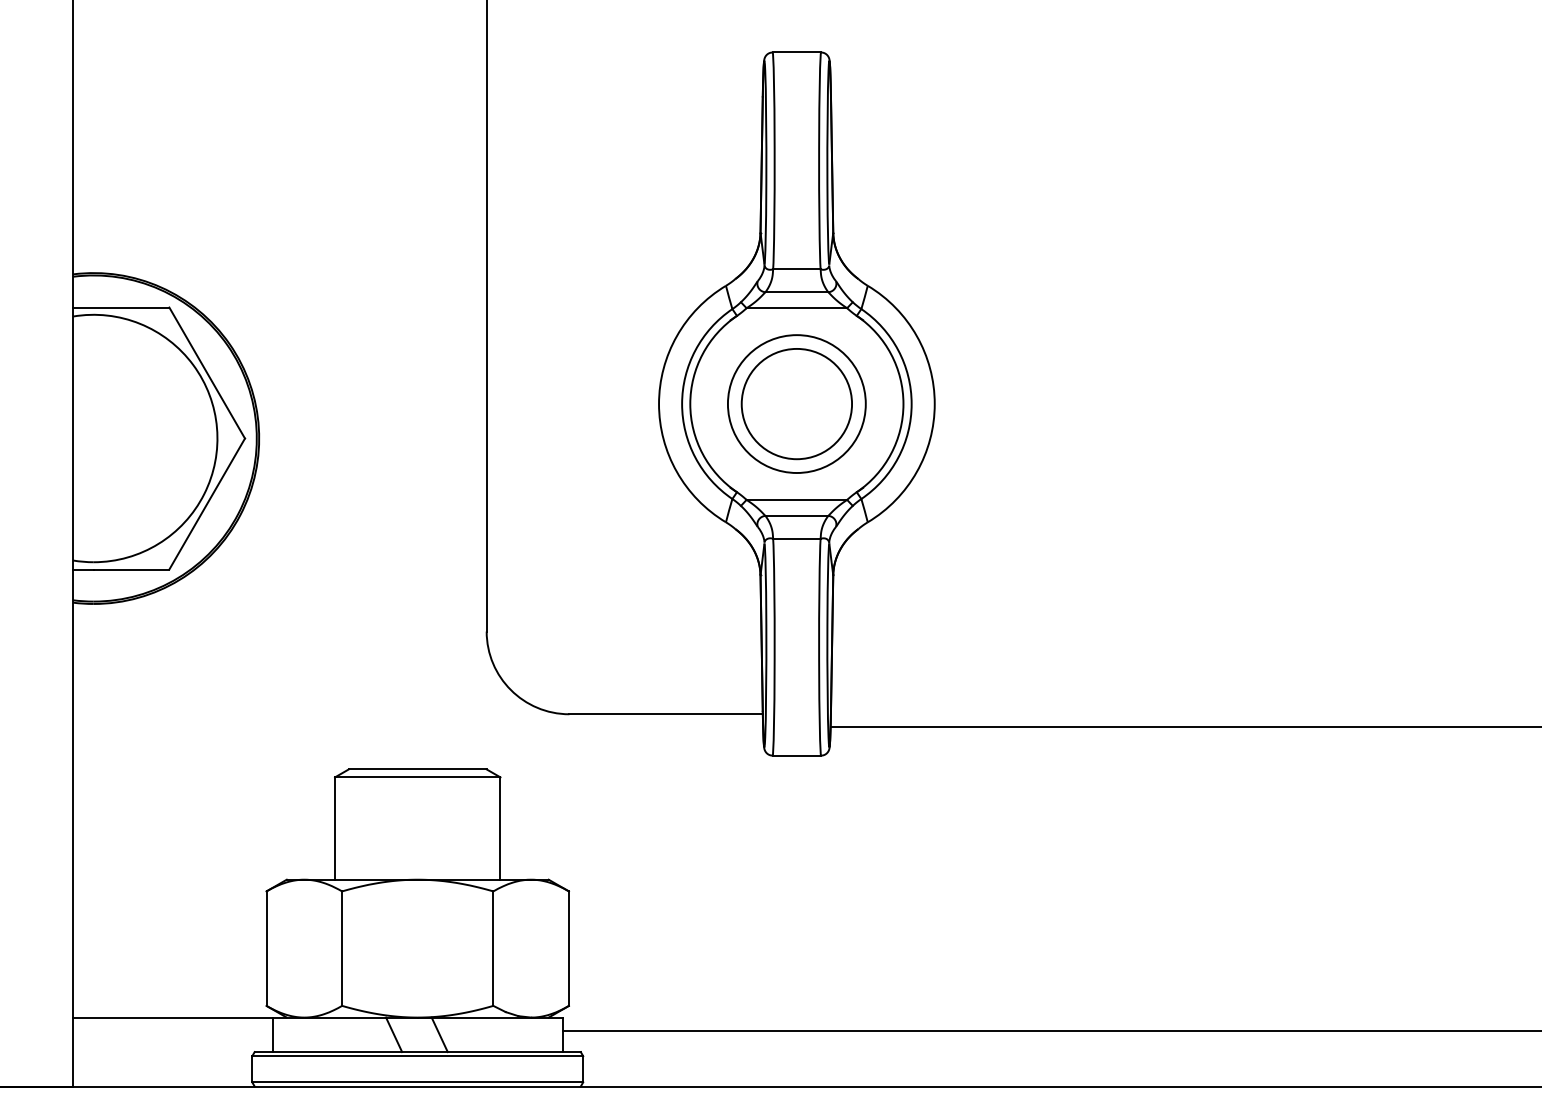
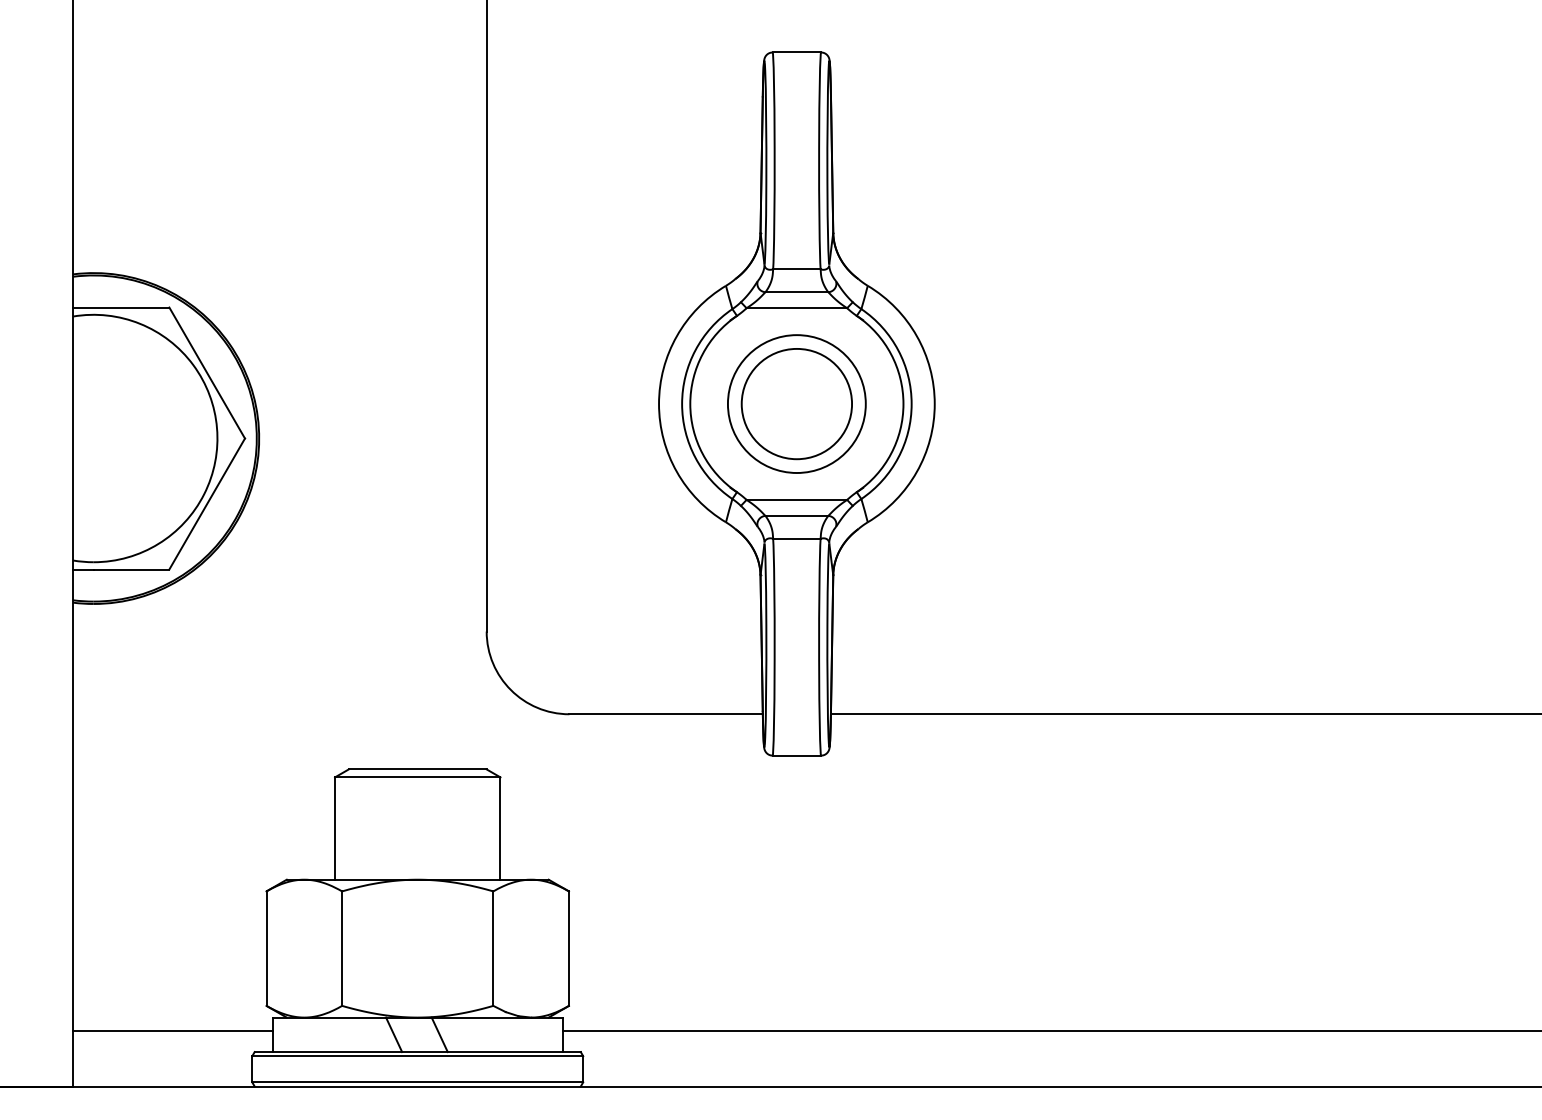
line at (1184, 727) position: (1184, 727) -> (1184, 714)
line at (172, 1018) position: (172, 1018) -> (172, 1031)
